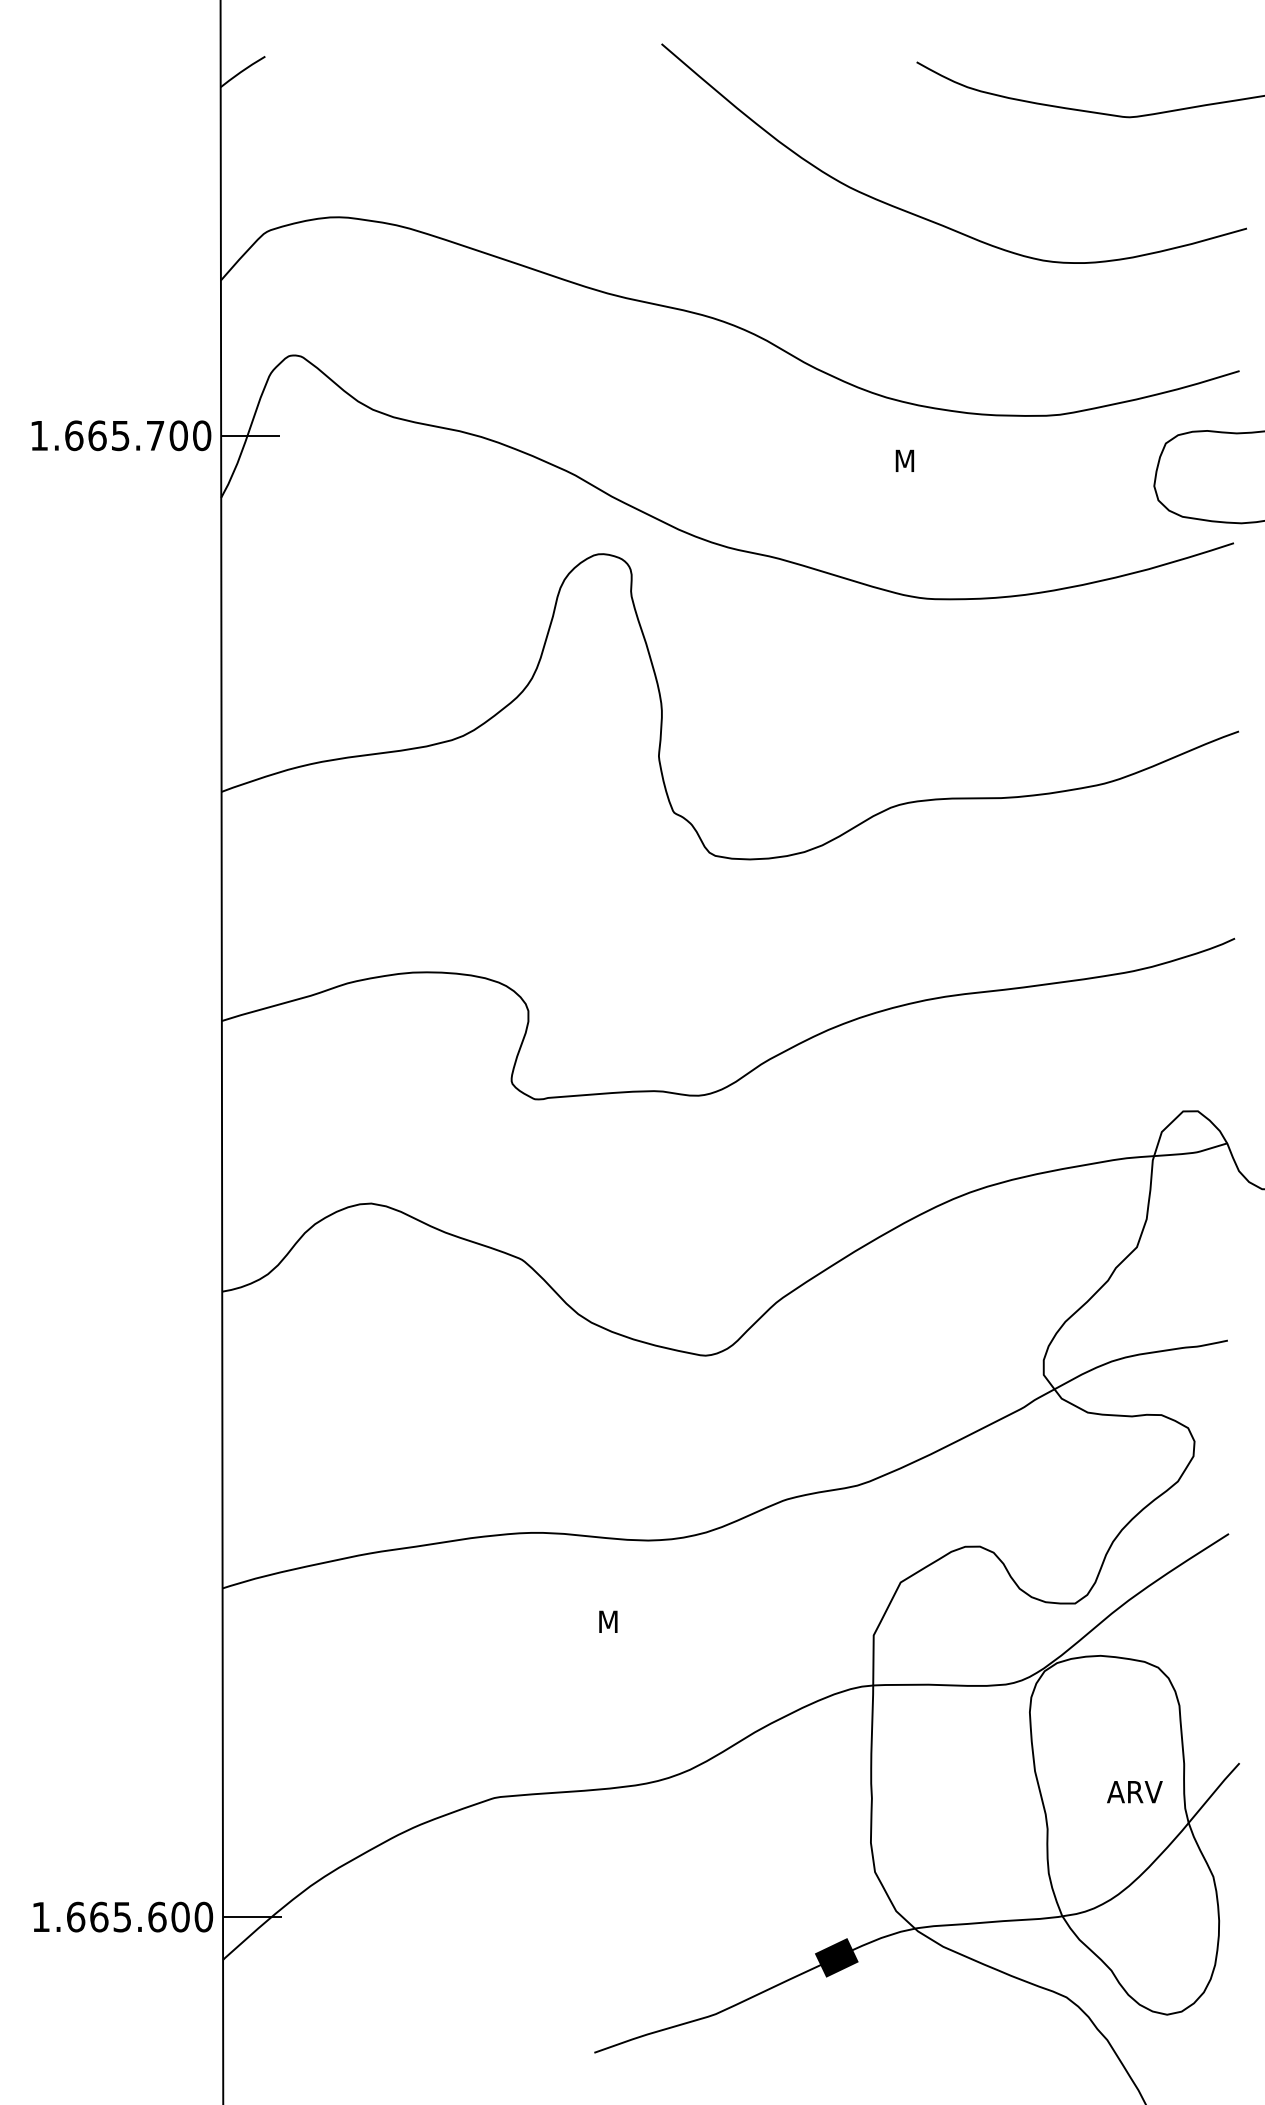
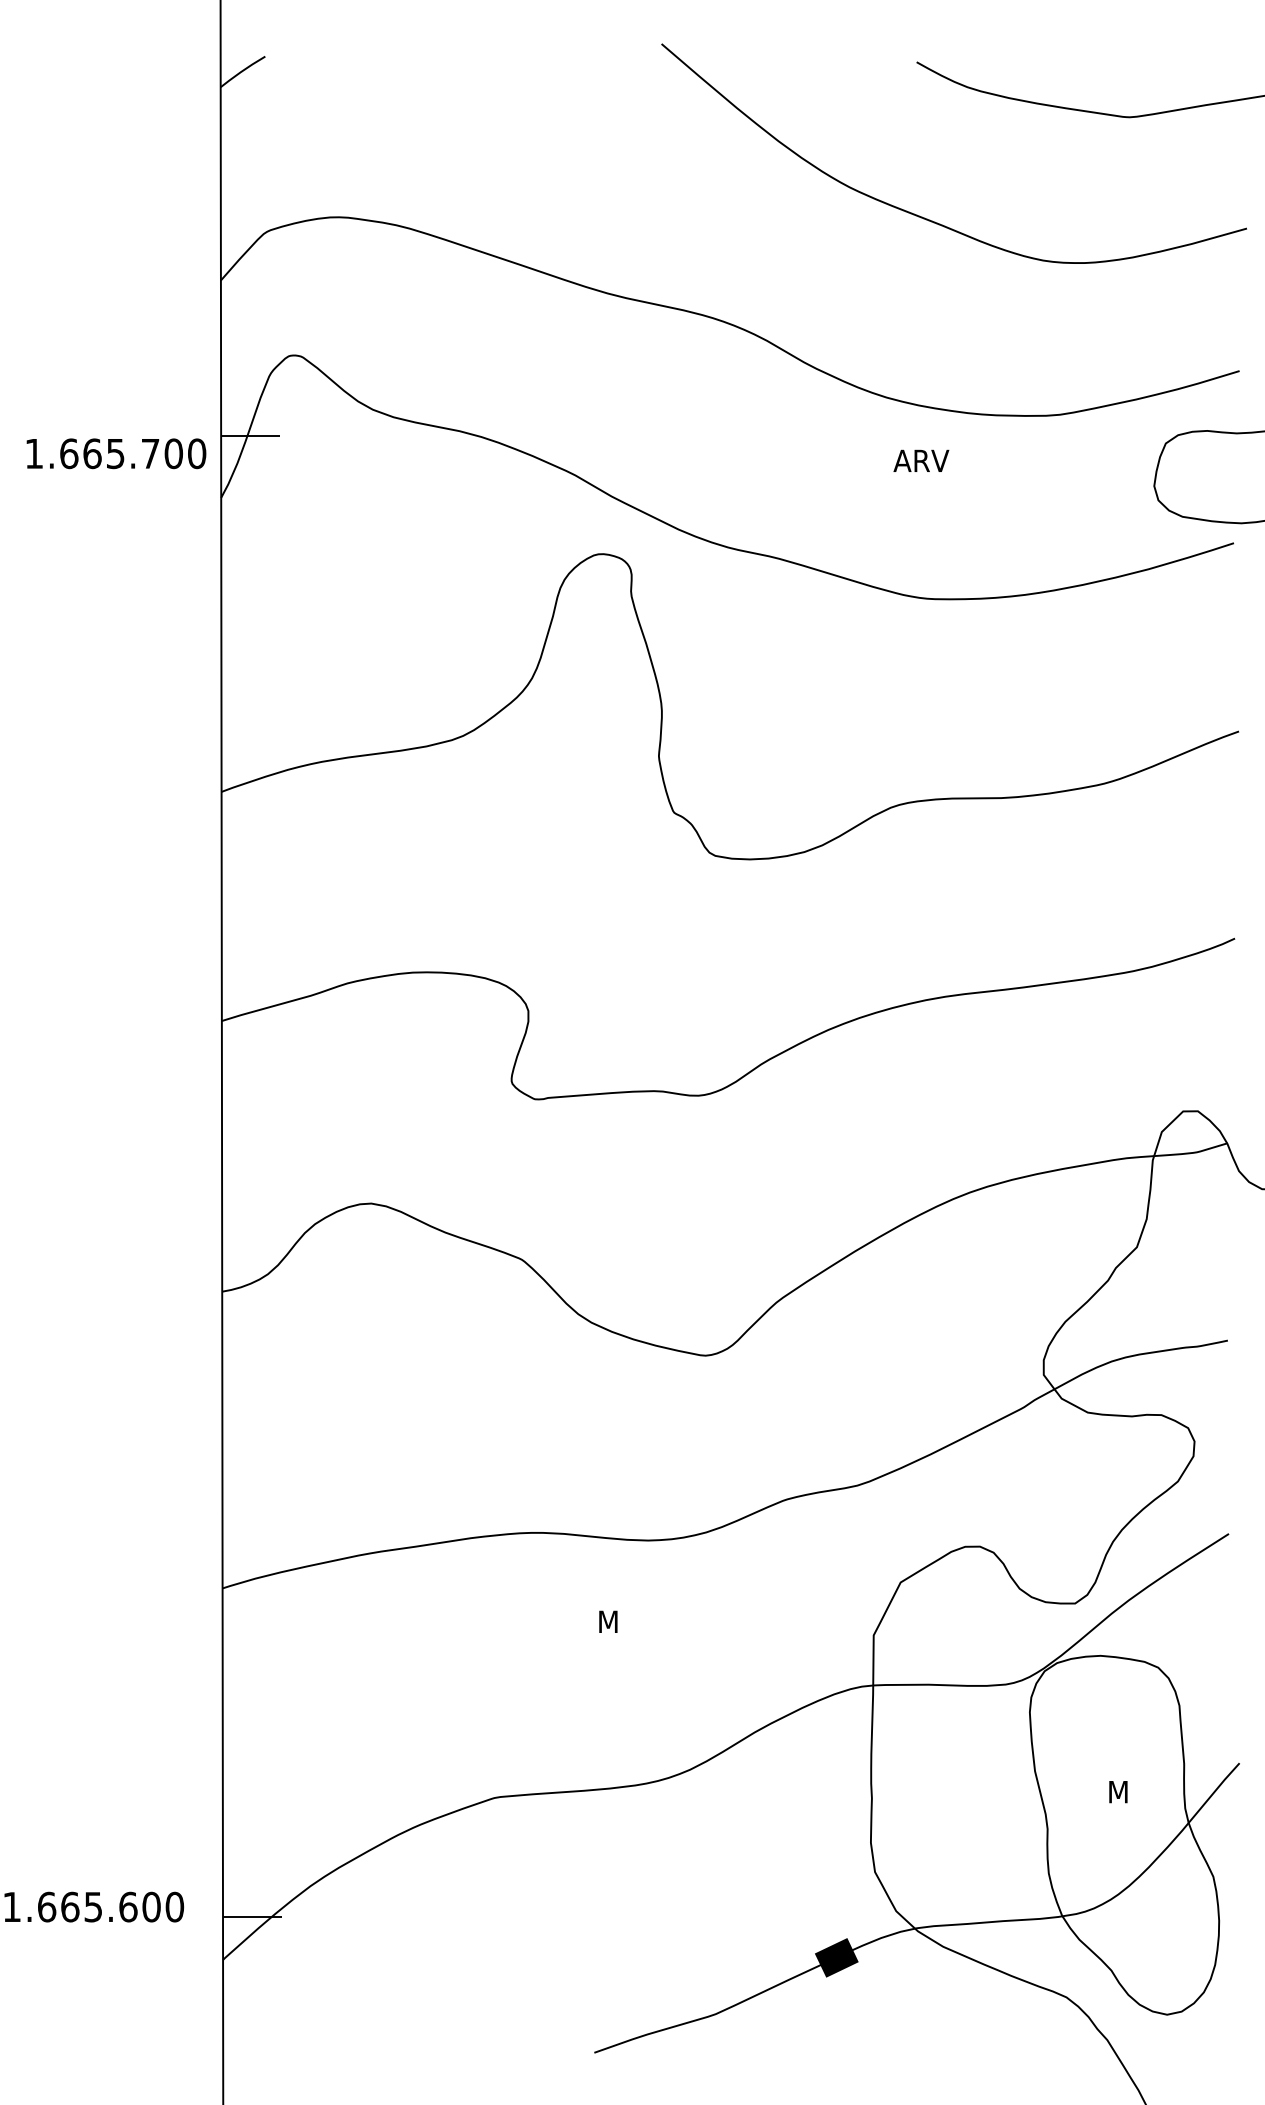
text at (121, 435) position: (121, 435) -> (116, 453)
text at (921, 460): M -> ARV
text at (1134, 1792): ARV -> M
text at (123, 1916) position: (123, 1916) -> (94, 1906)
